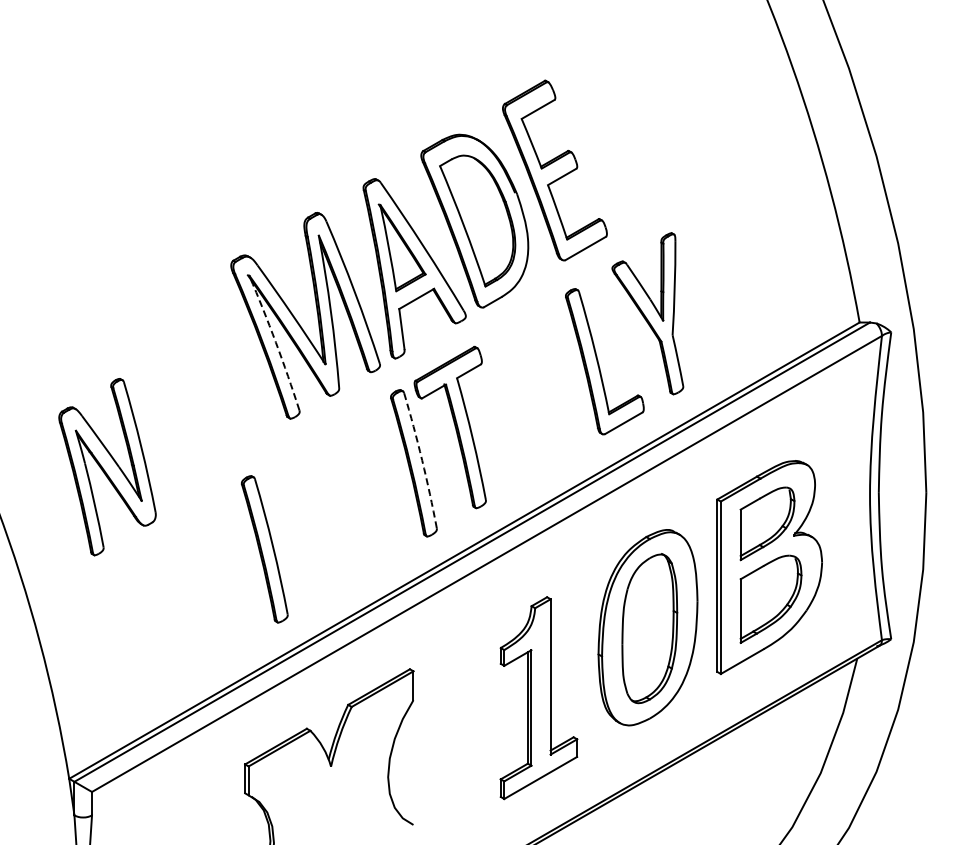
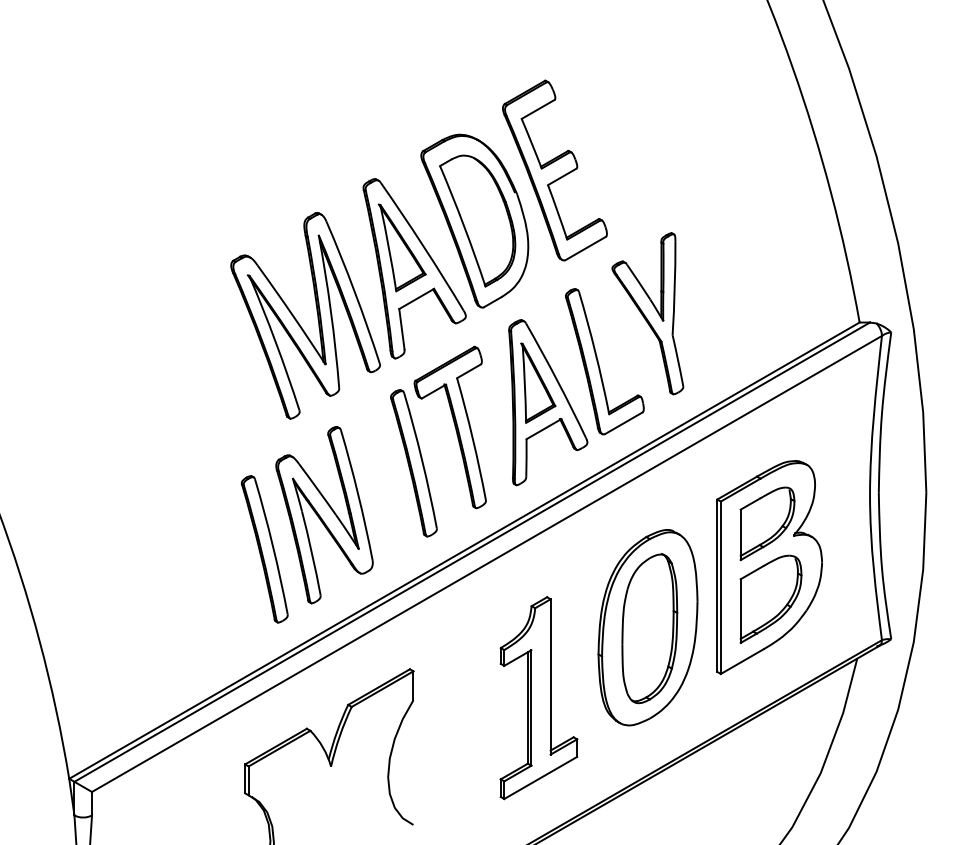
arc at (275, 342): dashed -> solid
part at (548, 402): none -> present
arc at (422, 460): dashed -> solid
part at (107, 467) position: (107, 467) -> (324, 515)
